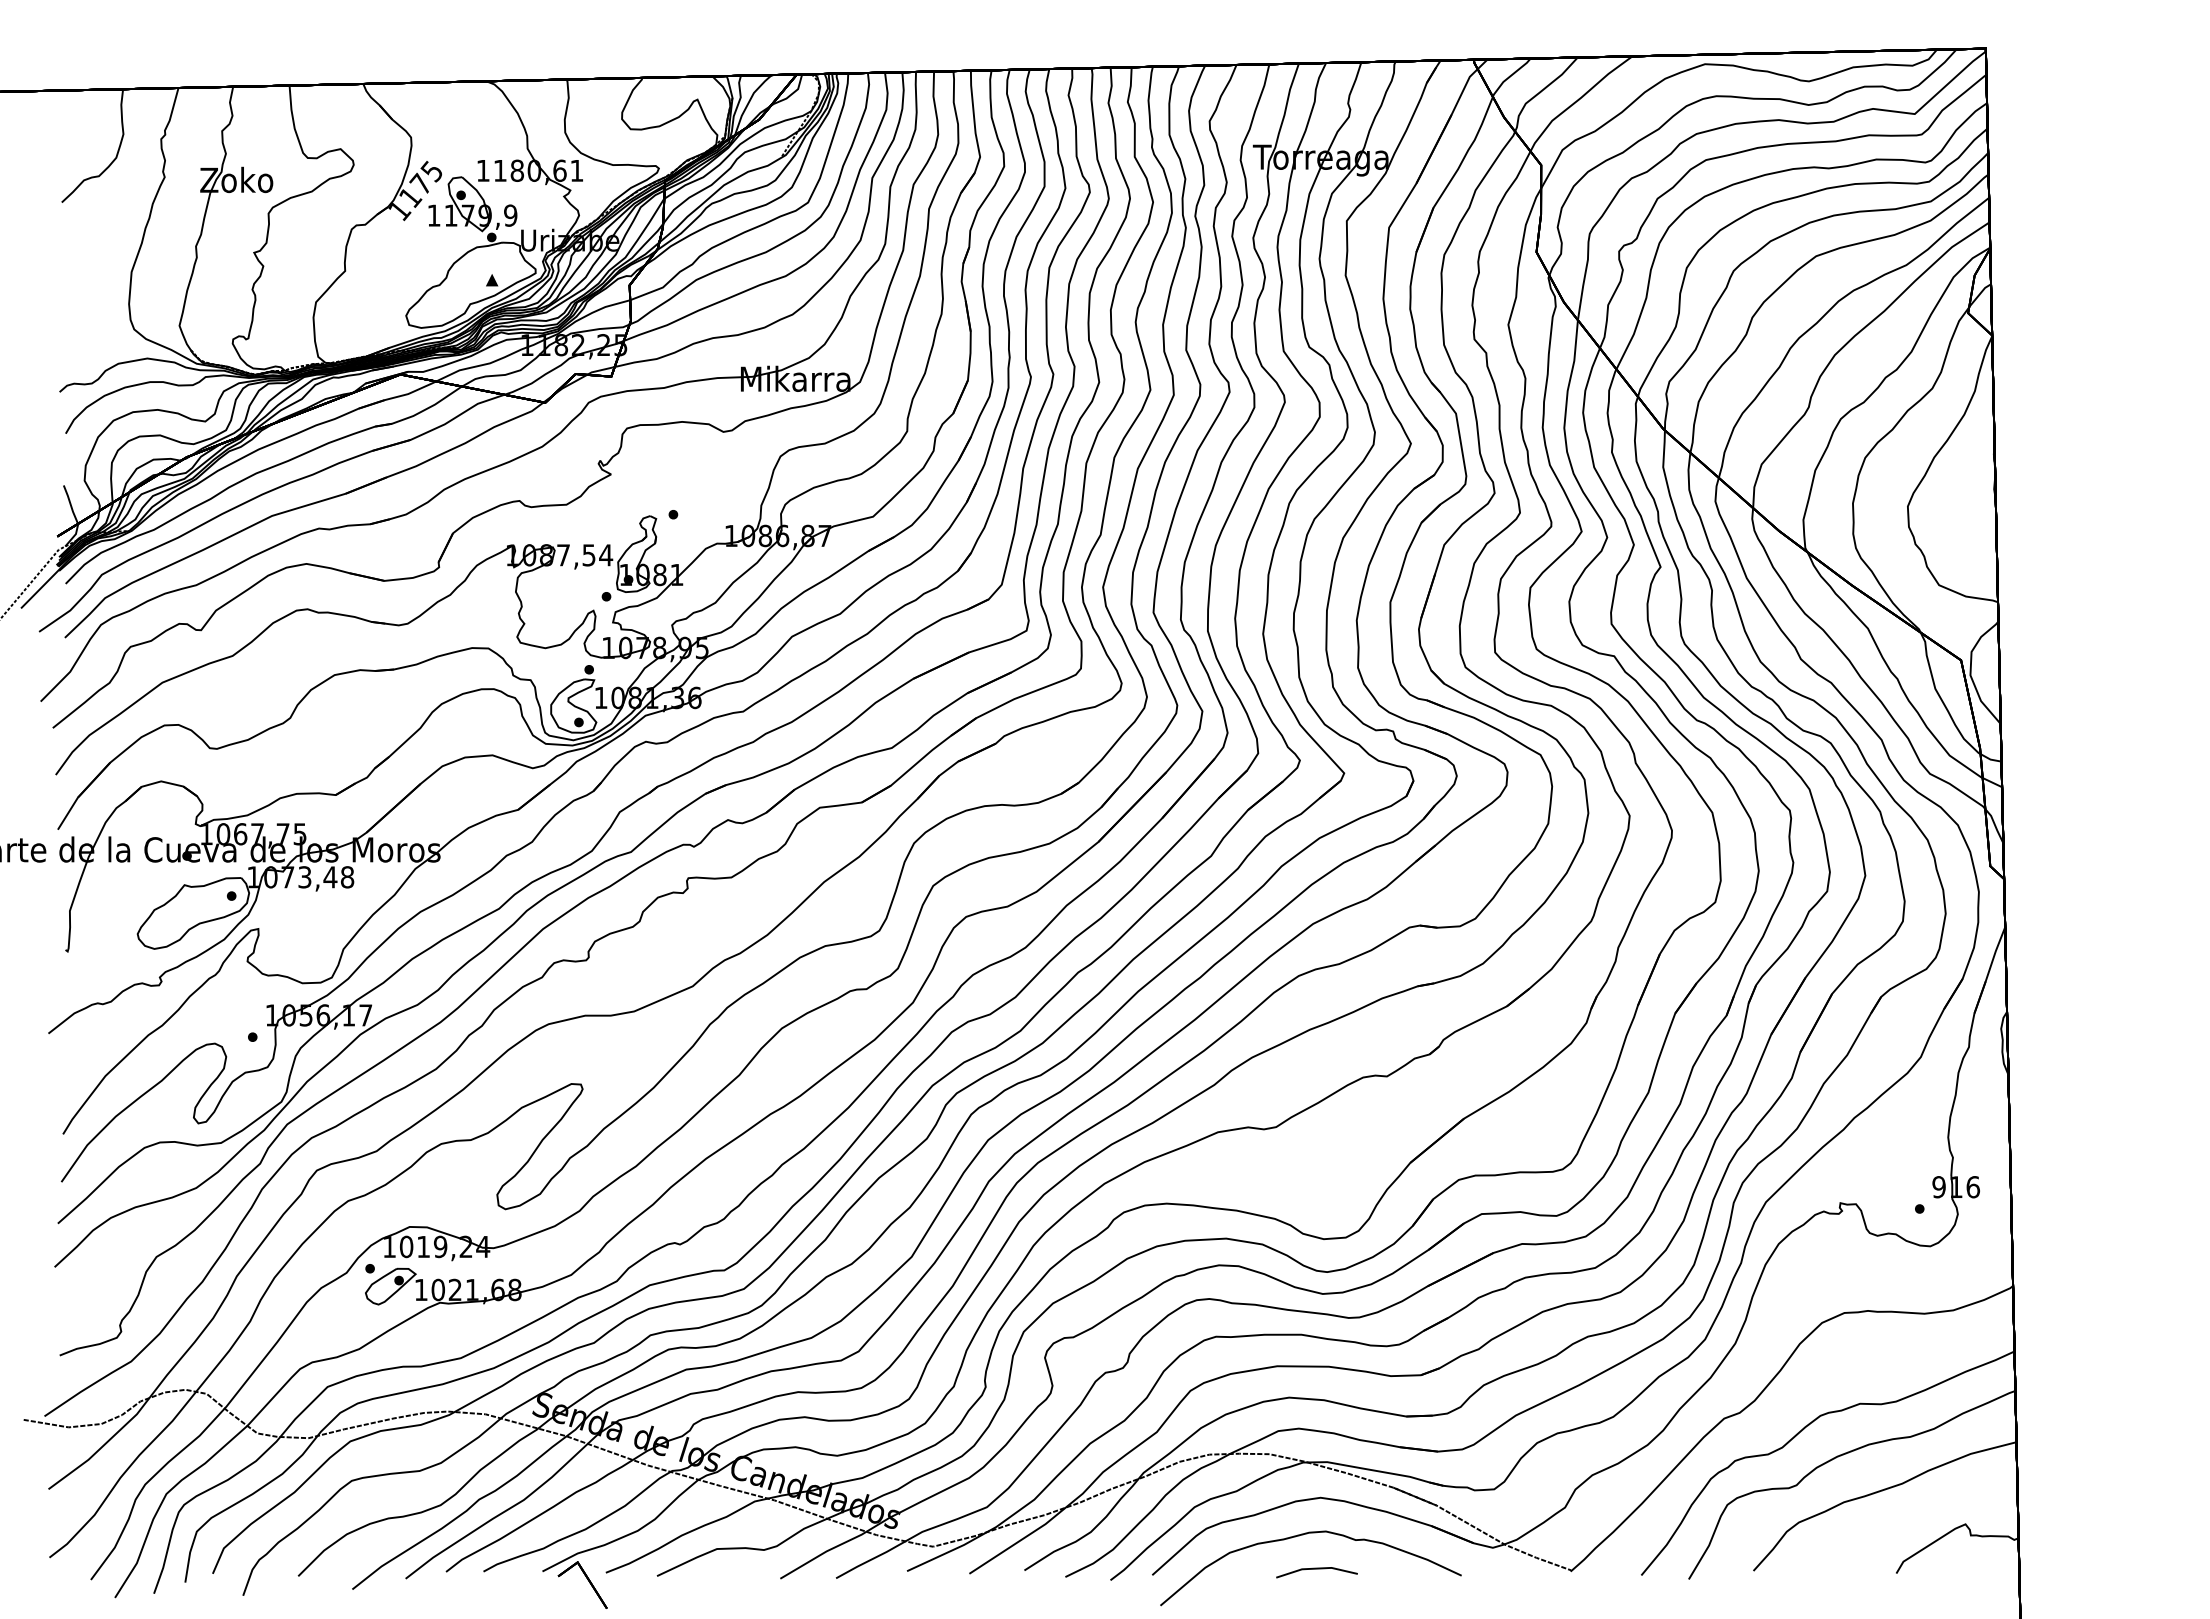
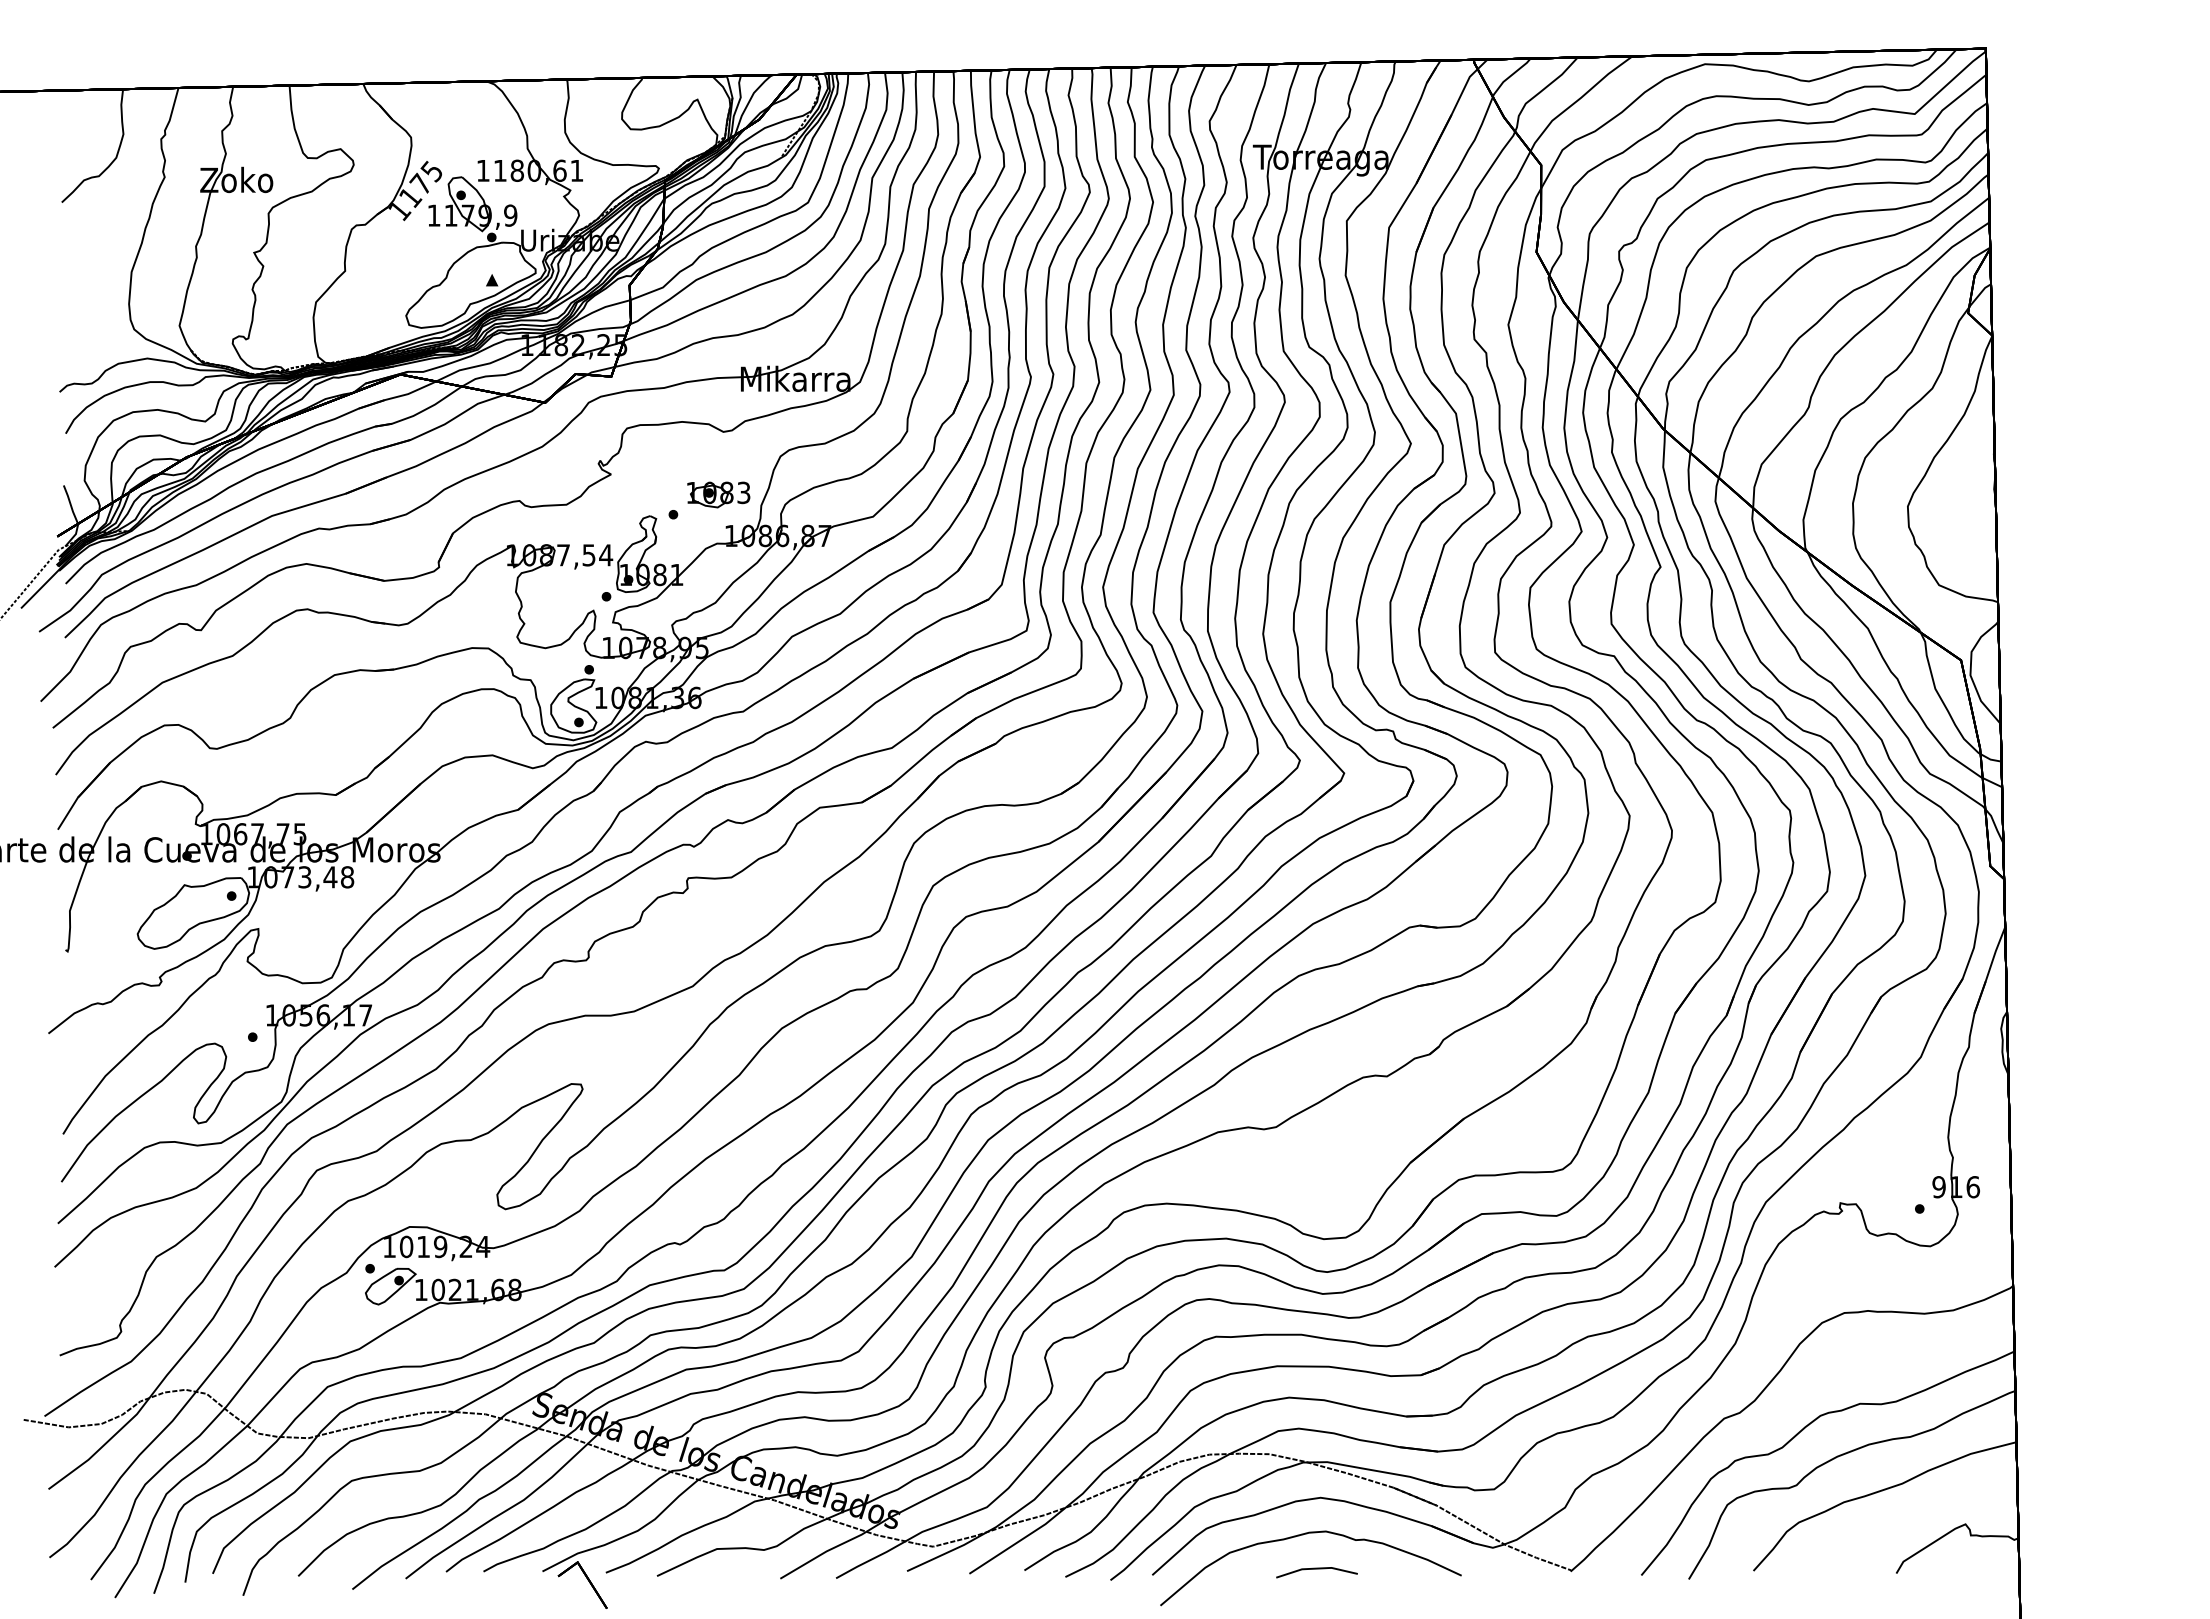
part at (718, 494): none -> present
